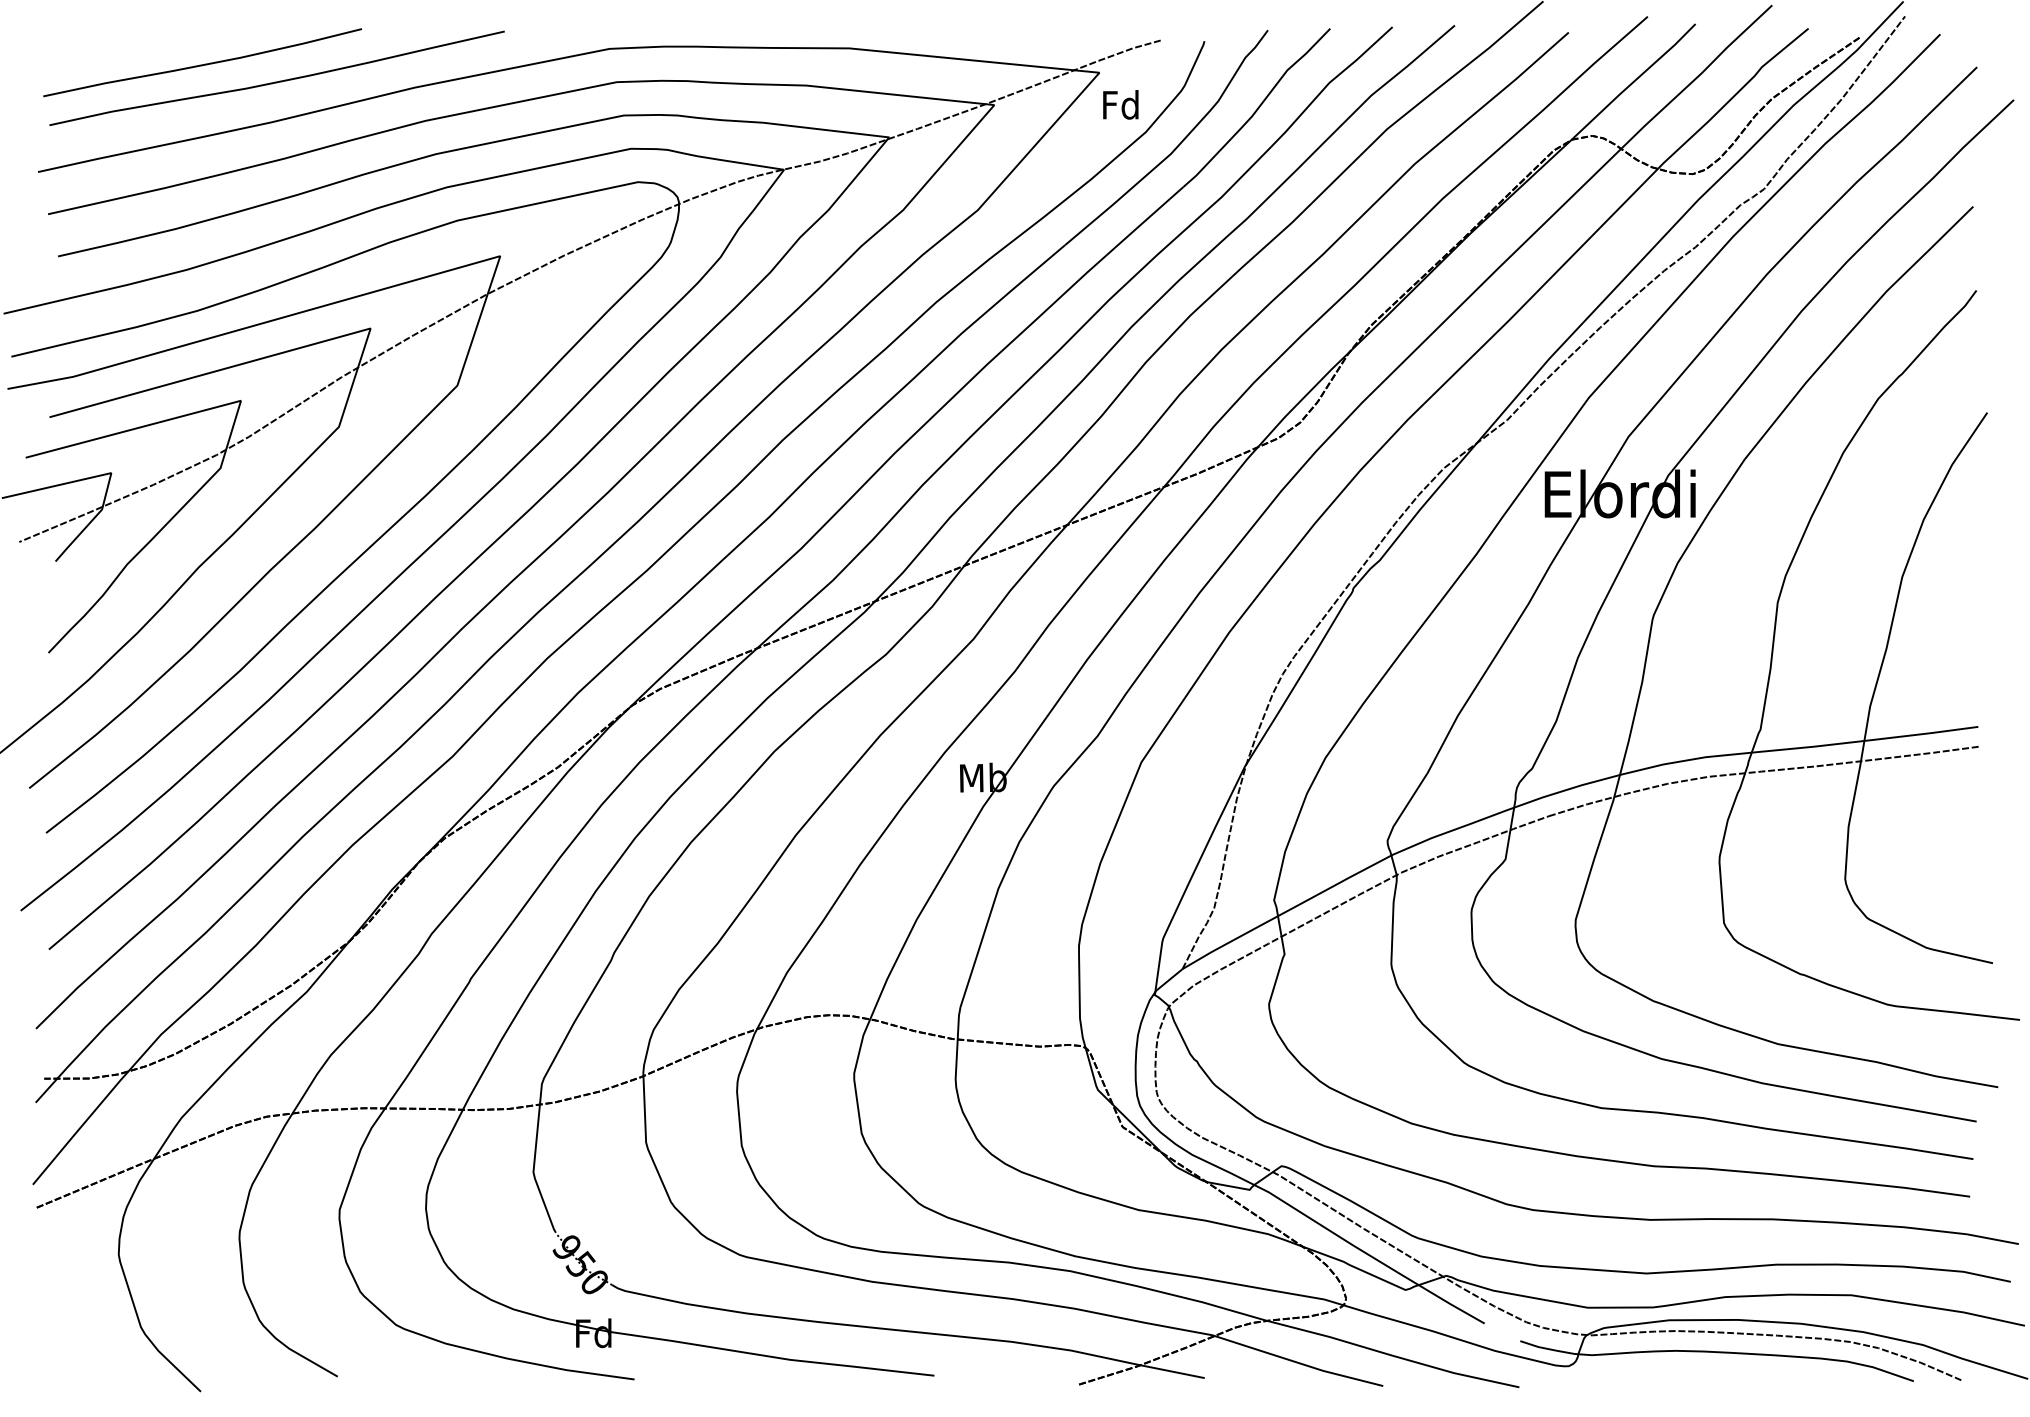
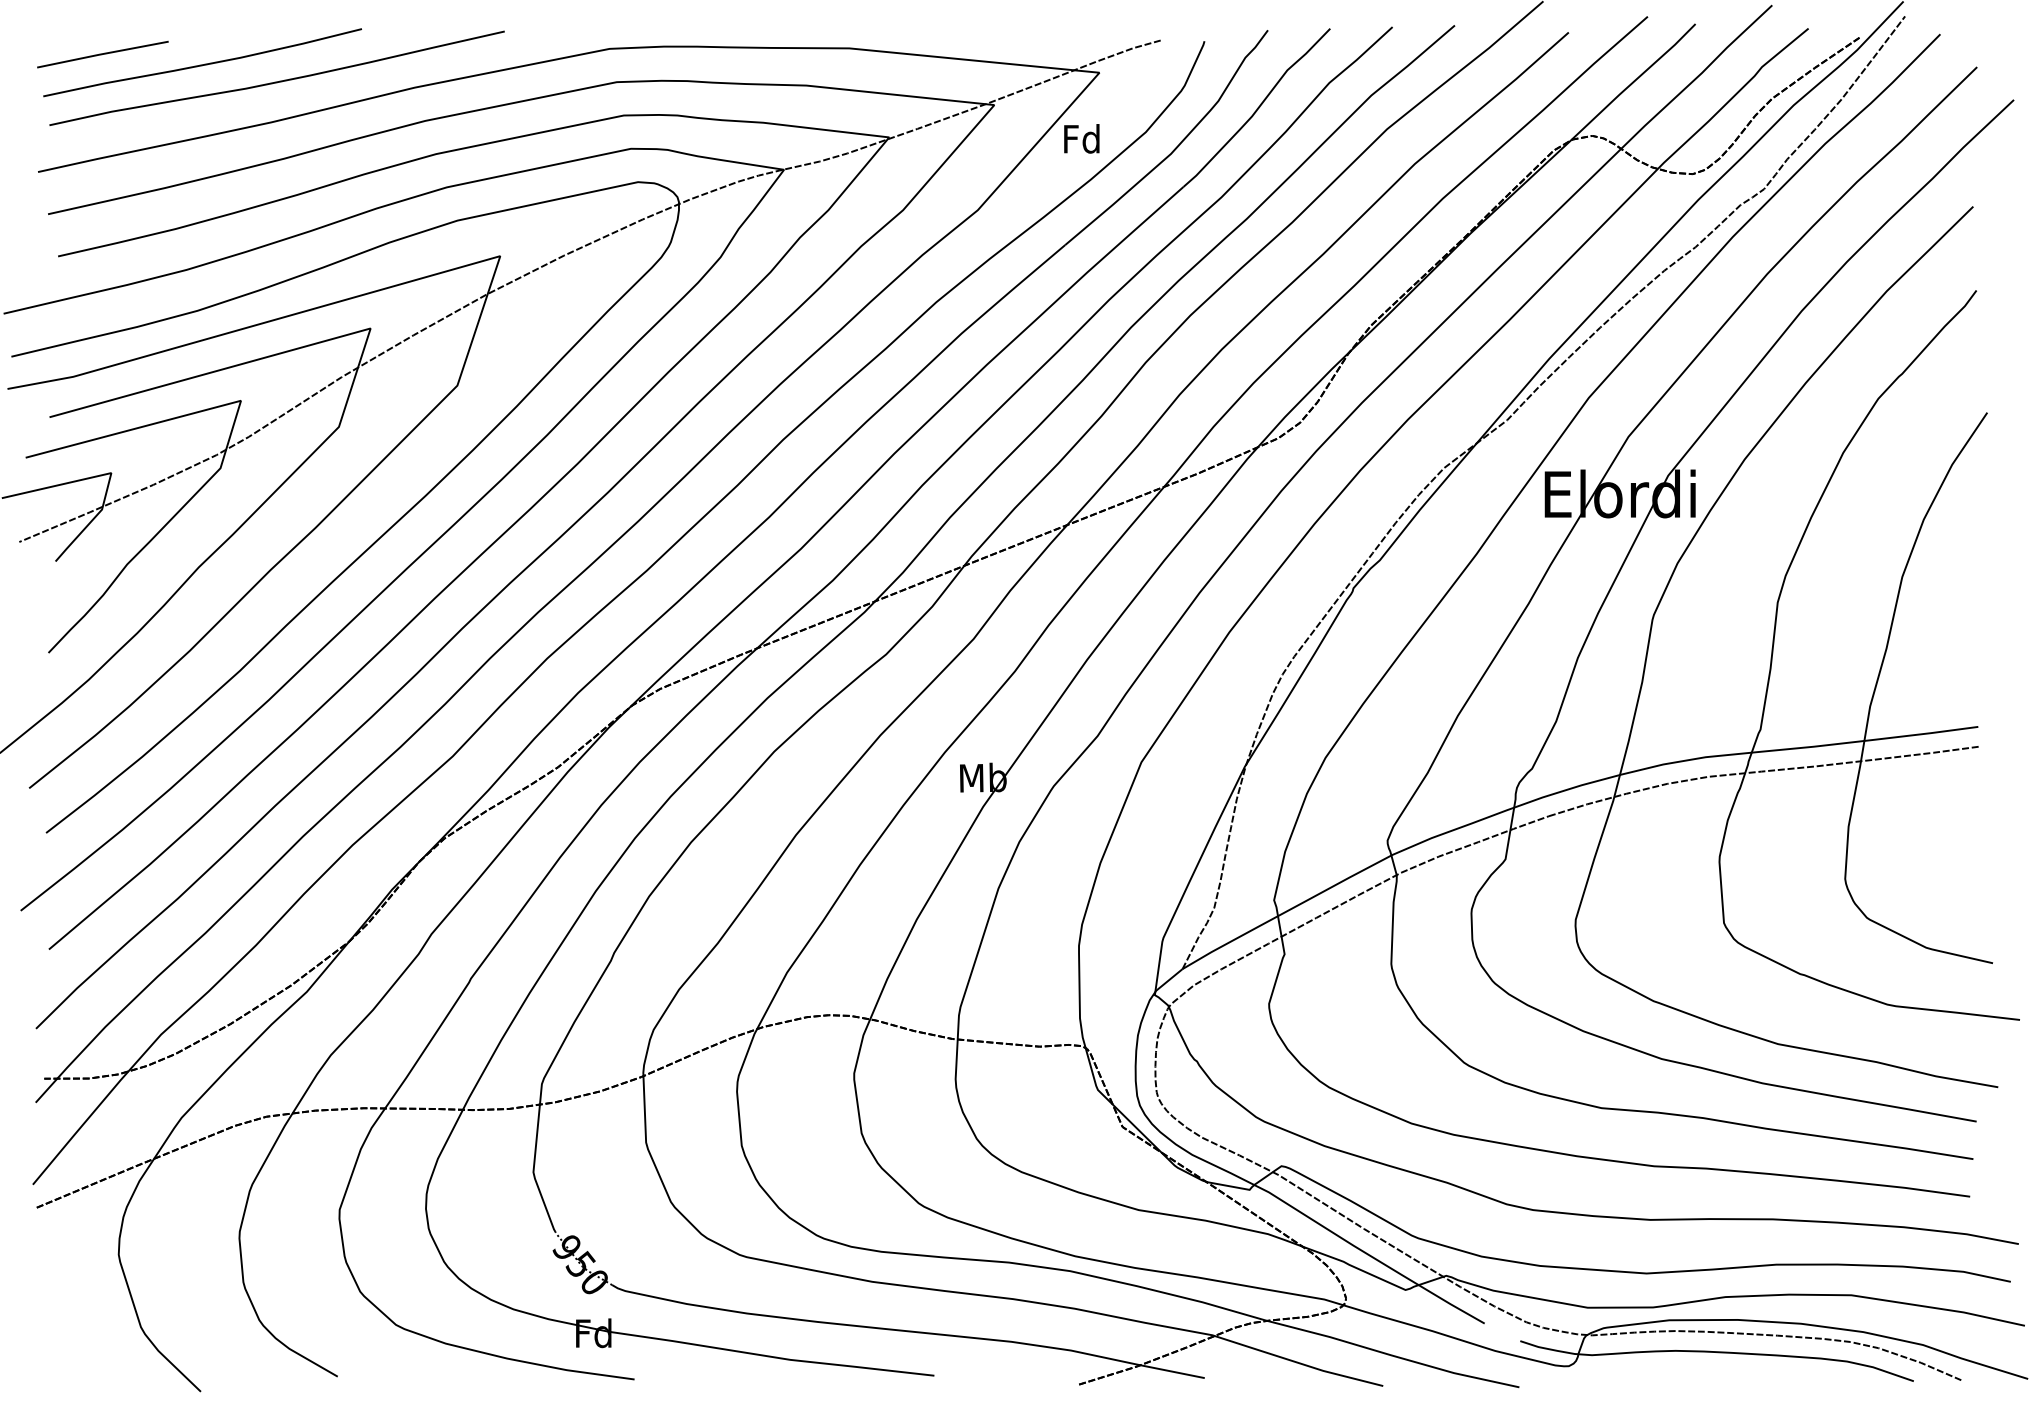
line at (102, 54): none -> present
text at (1120, 104) position: (1120, 104) -> (1081, 138)
